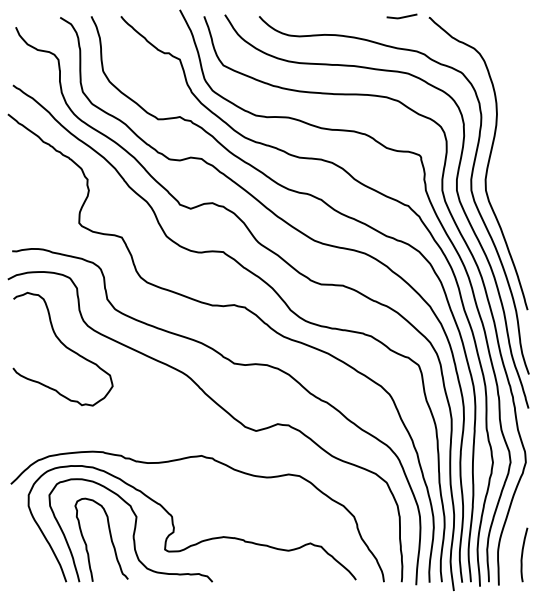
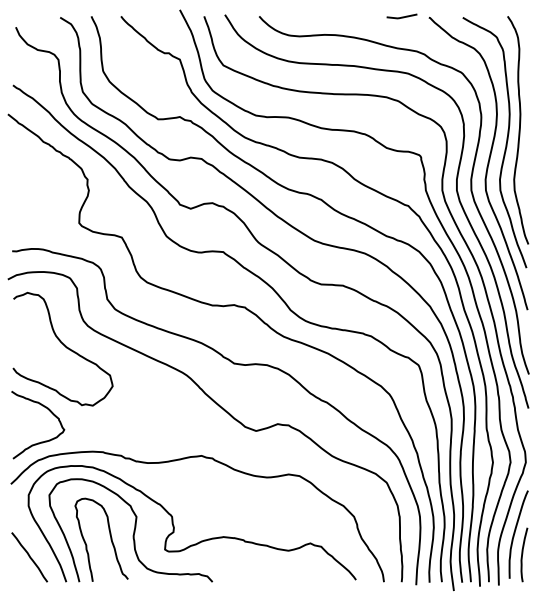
part at (505, 143): none -> present
curve at (50, 412): none -> present
curve at (515, 533): none -> present
line at (29, 557): none -> present
